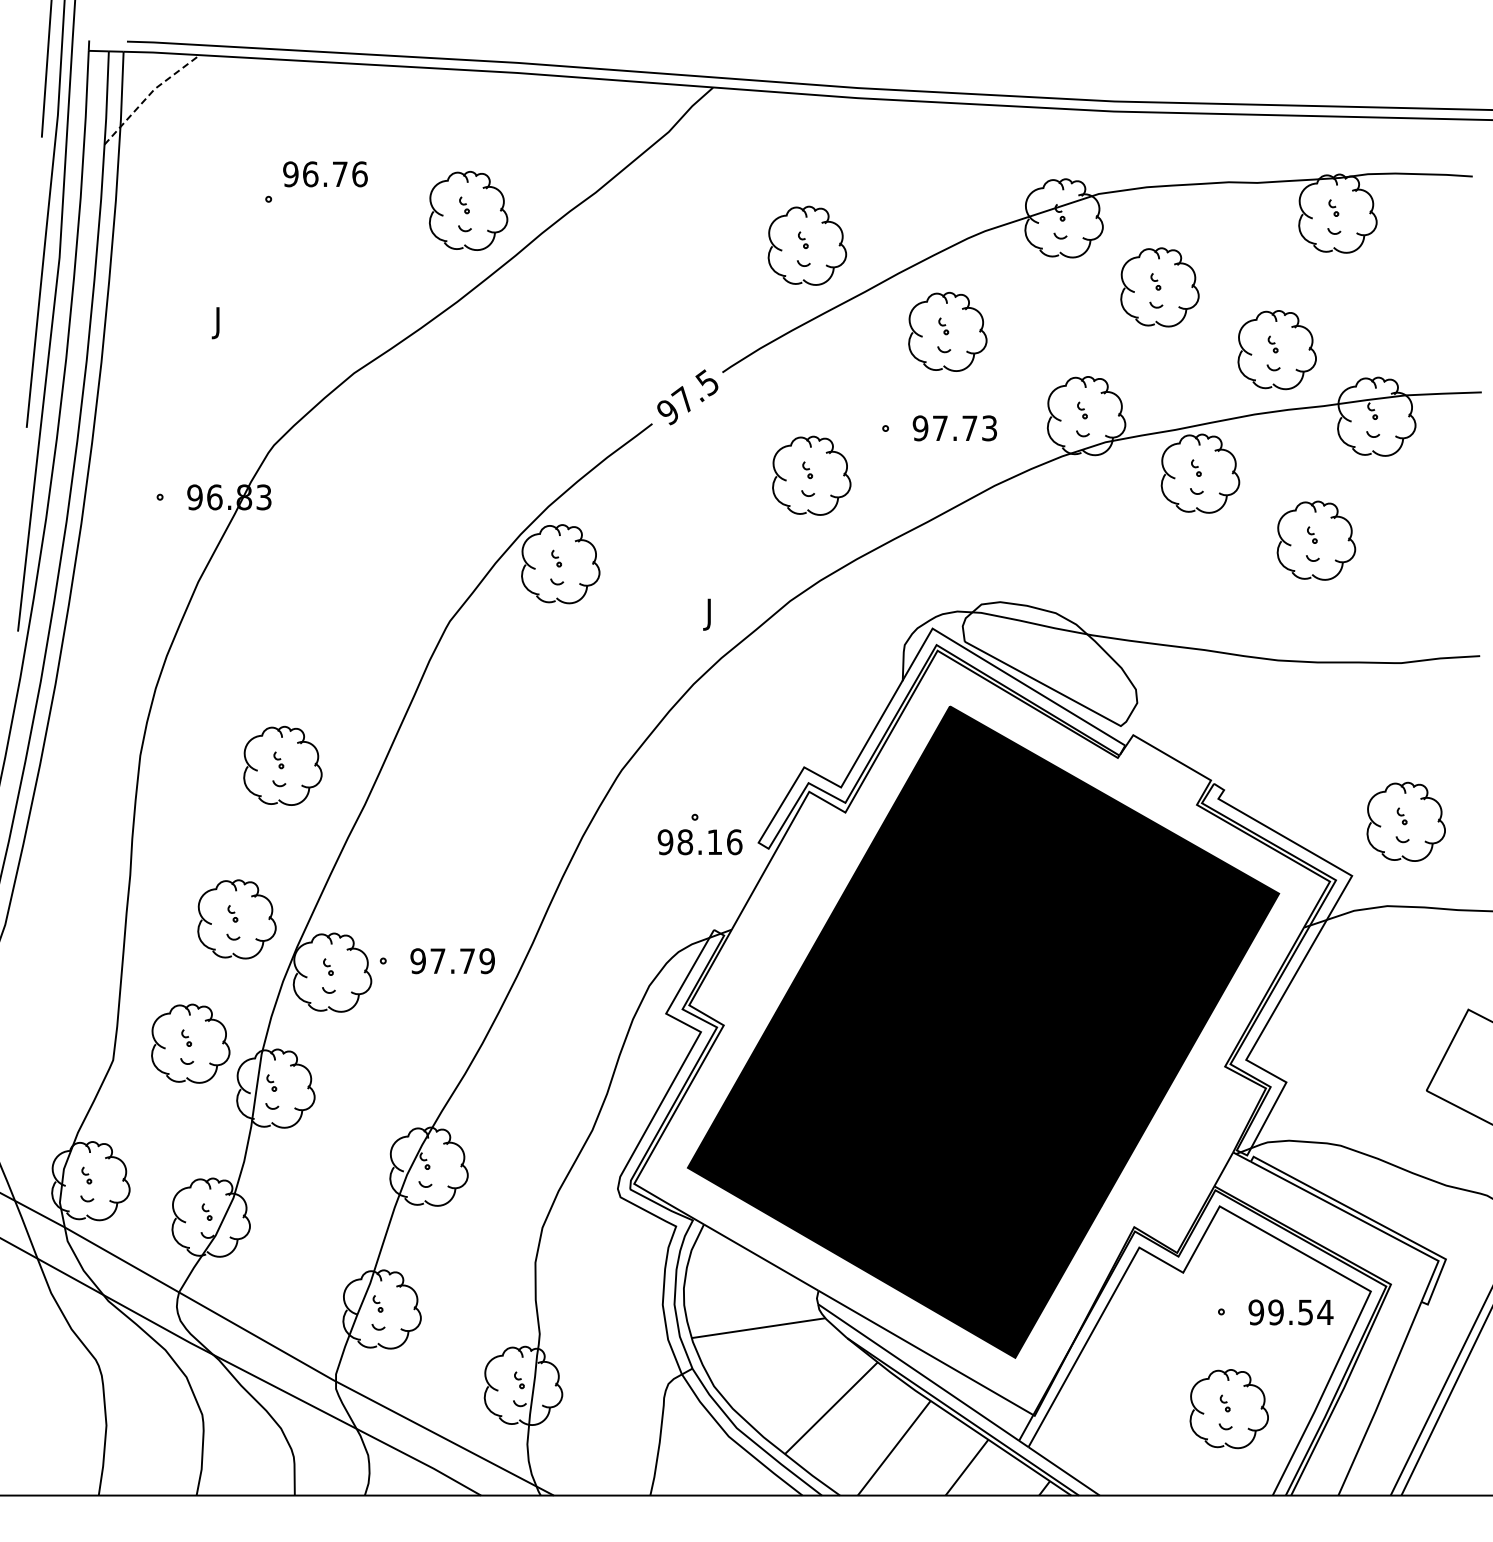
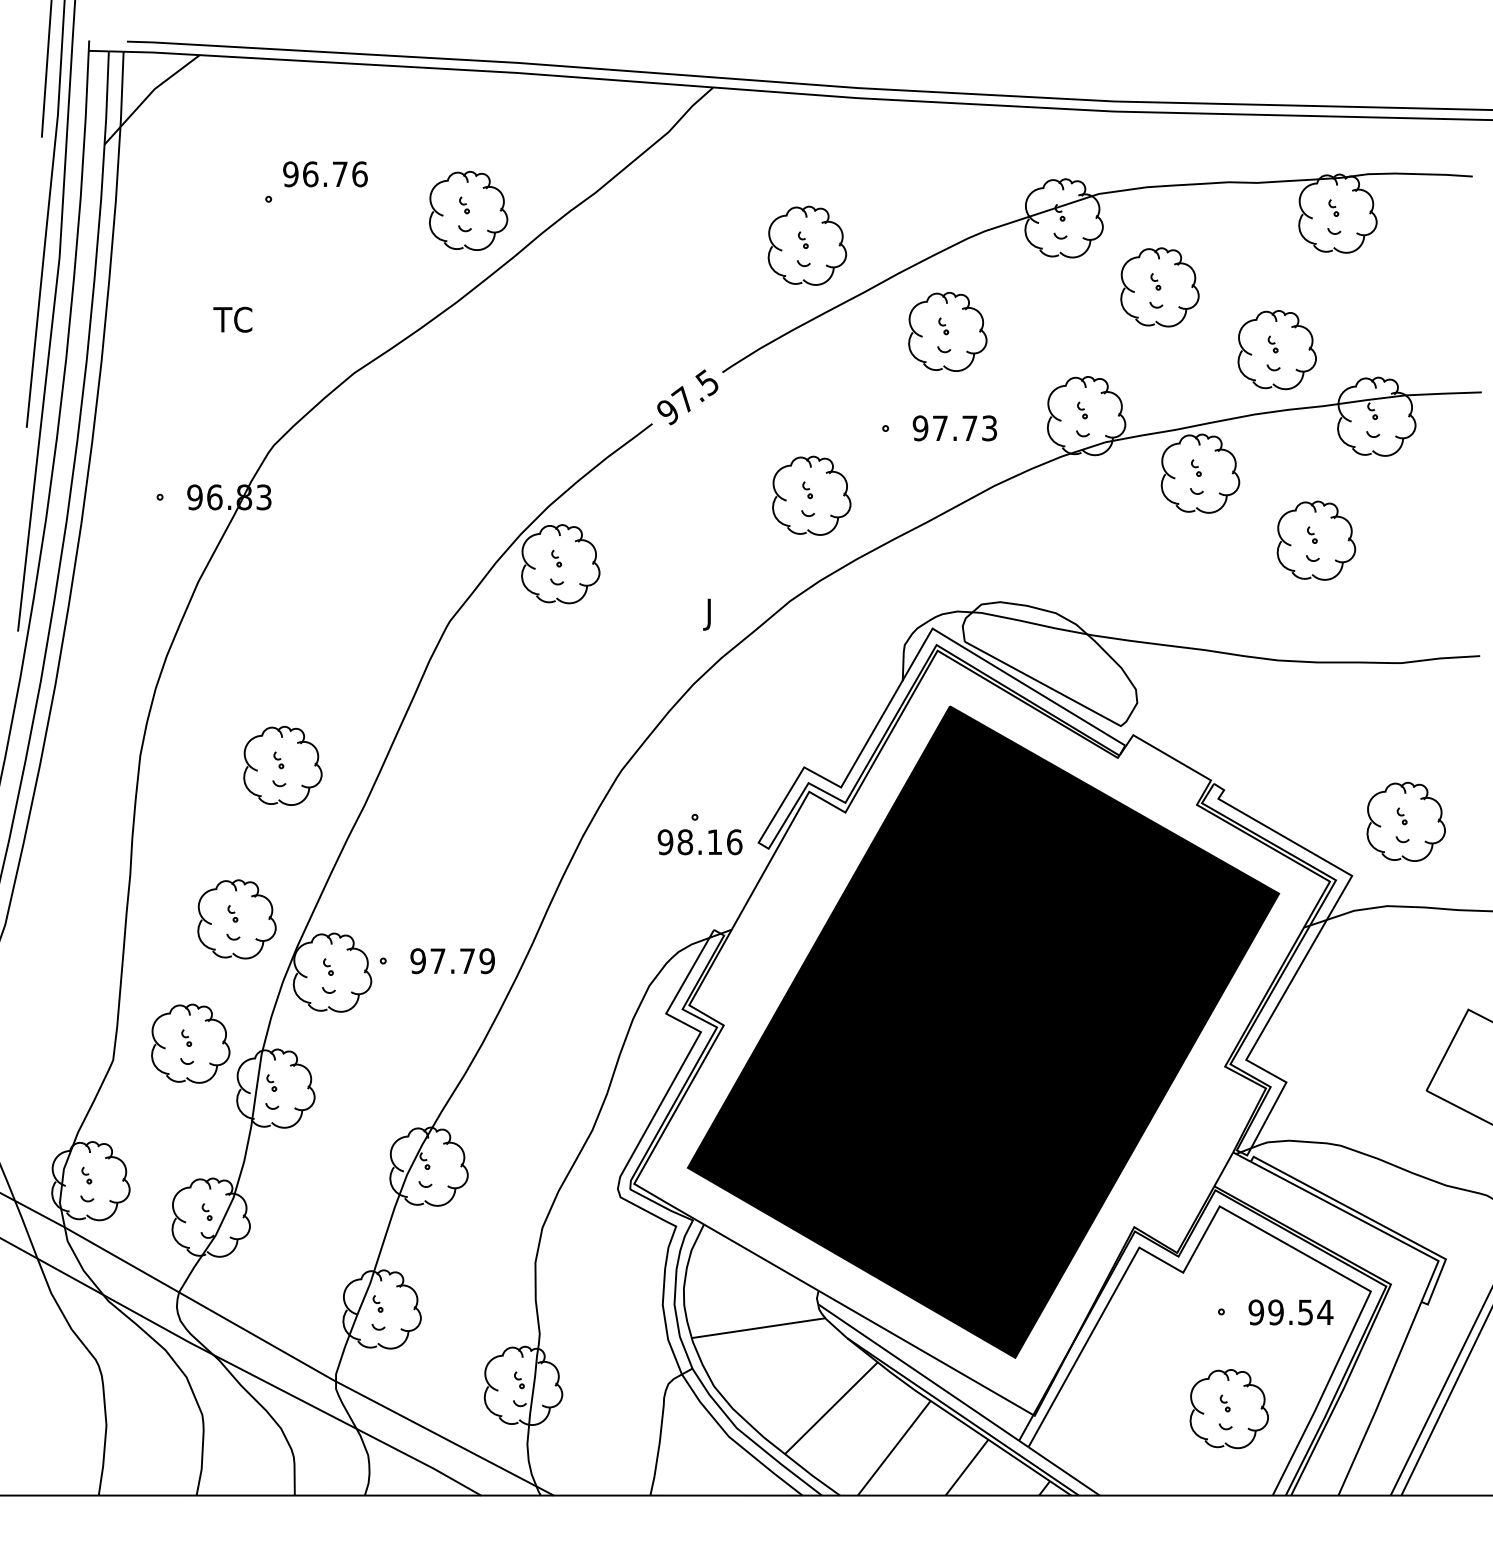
line at (149, 95): dashed -> solid
text at (231, 322): J -> TC
part at (811, 475) position: (811, 475) -> (811, 495)
